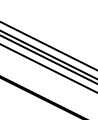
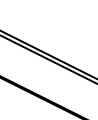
line at (48, 45): present -> none
line at (48, 68): present -> none
